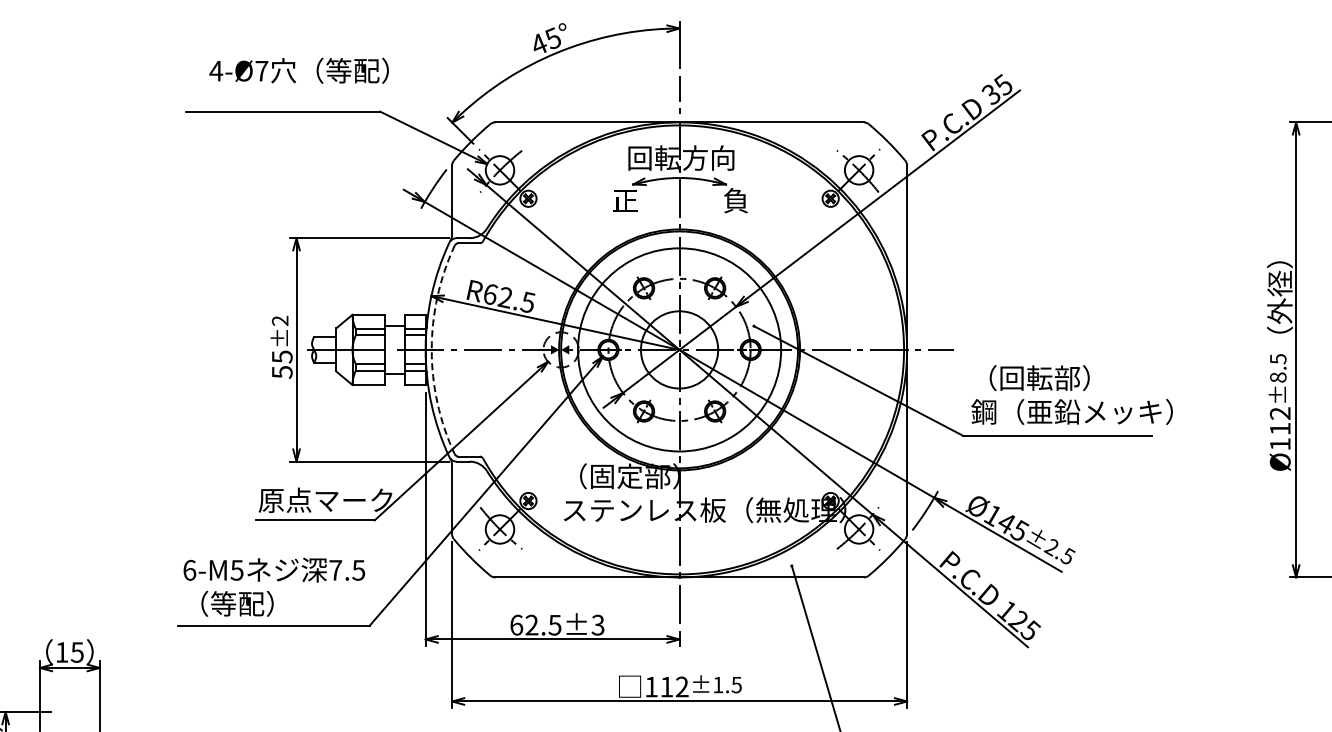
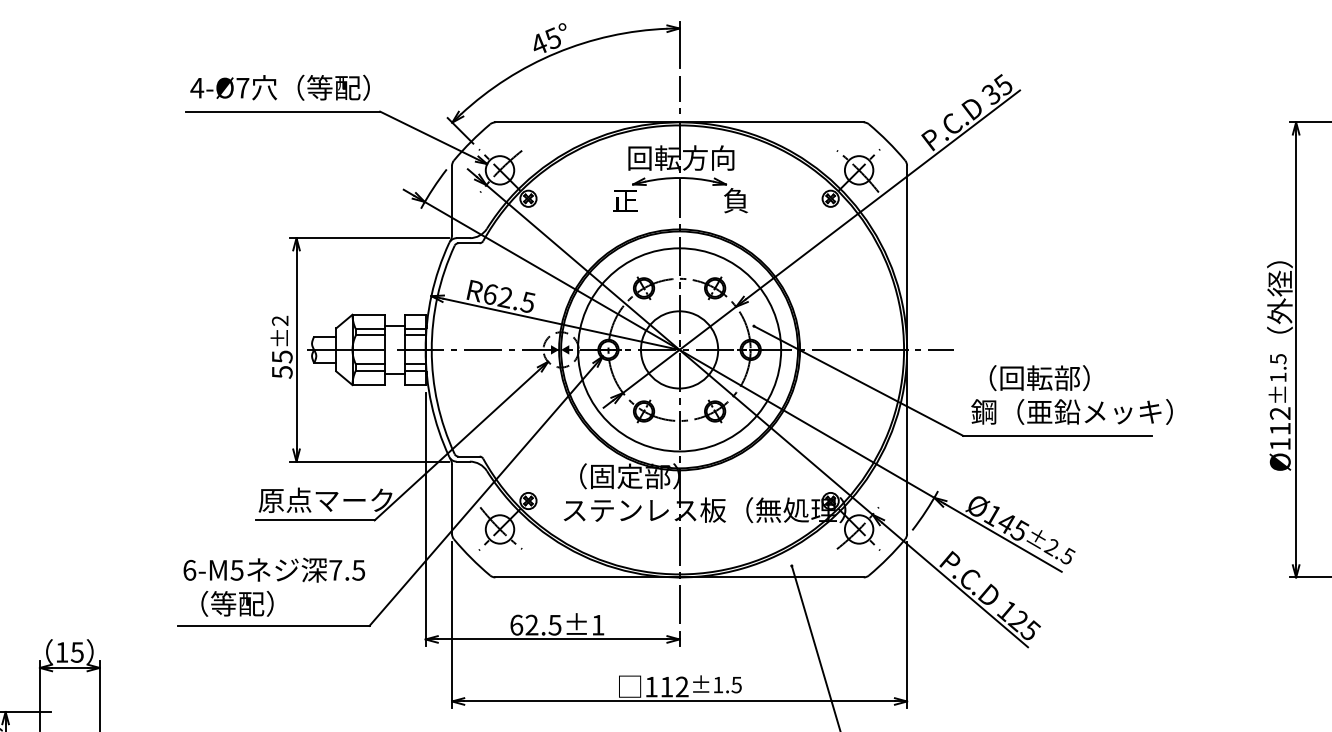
text at (298, 70) position: (298, 70) -> (279, 87)
arc at (431, 349): dashed -> solid
text at (1278, 377): ±8.5 -> ±1.5
text at (597, 624): 62.5±3 -> 62.5±1
